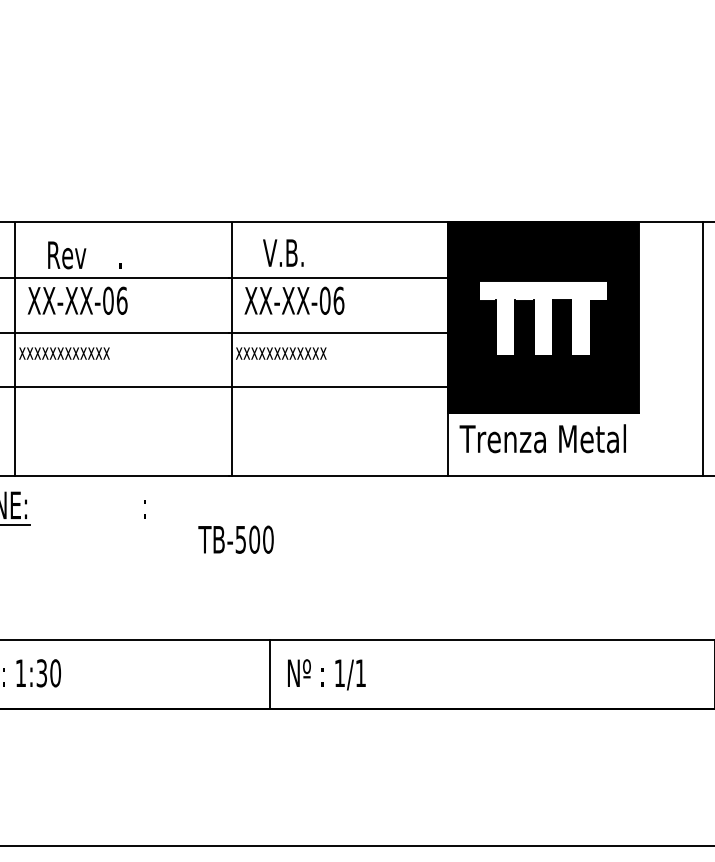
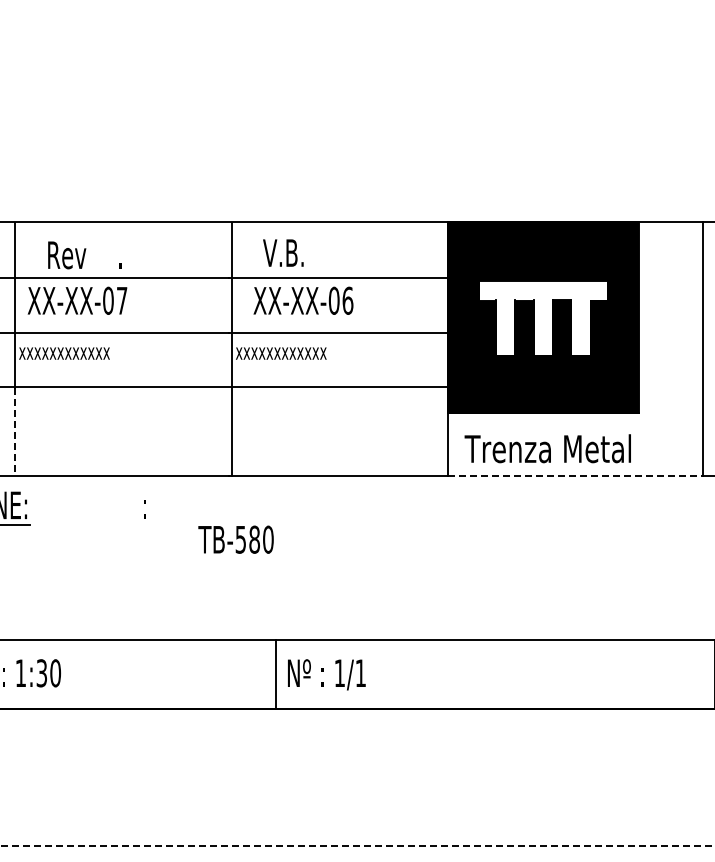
text at (121, 300): XX-XX-06 -> XX-XX-07
text at (294, 300) position: (294, 300) -> (303, 300)
line at (14, 432): solid -> dashed
text at (542, 438) position: (542, 438) -> (547, 448)
line at (576, 476): solid -> dashed
text at (254, 539): TB-500 -> TB-580
line at (270, 674) position: (270, 674) -> (276, 674)
line at (357, 845): solid -> dashed
